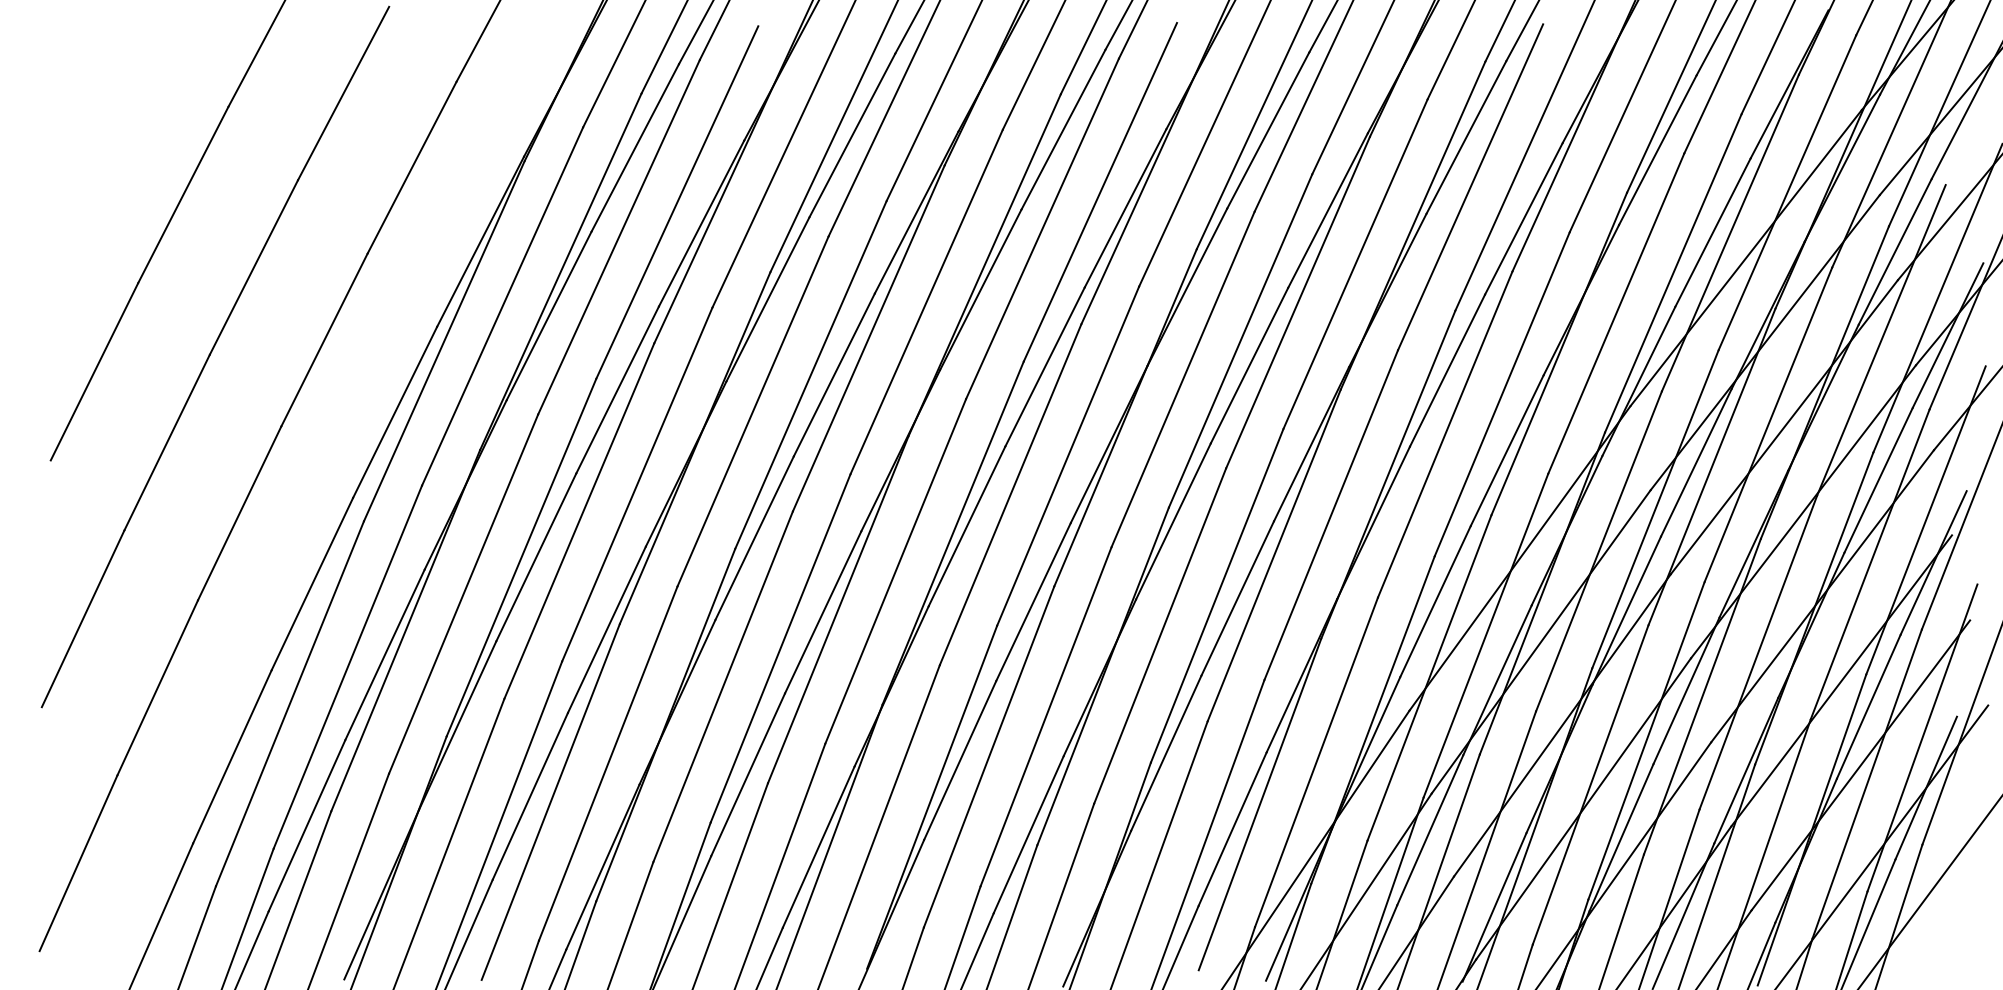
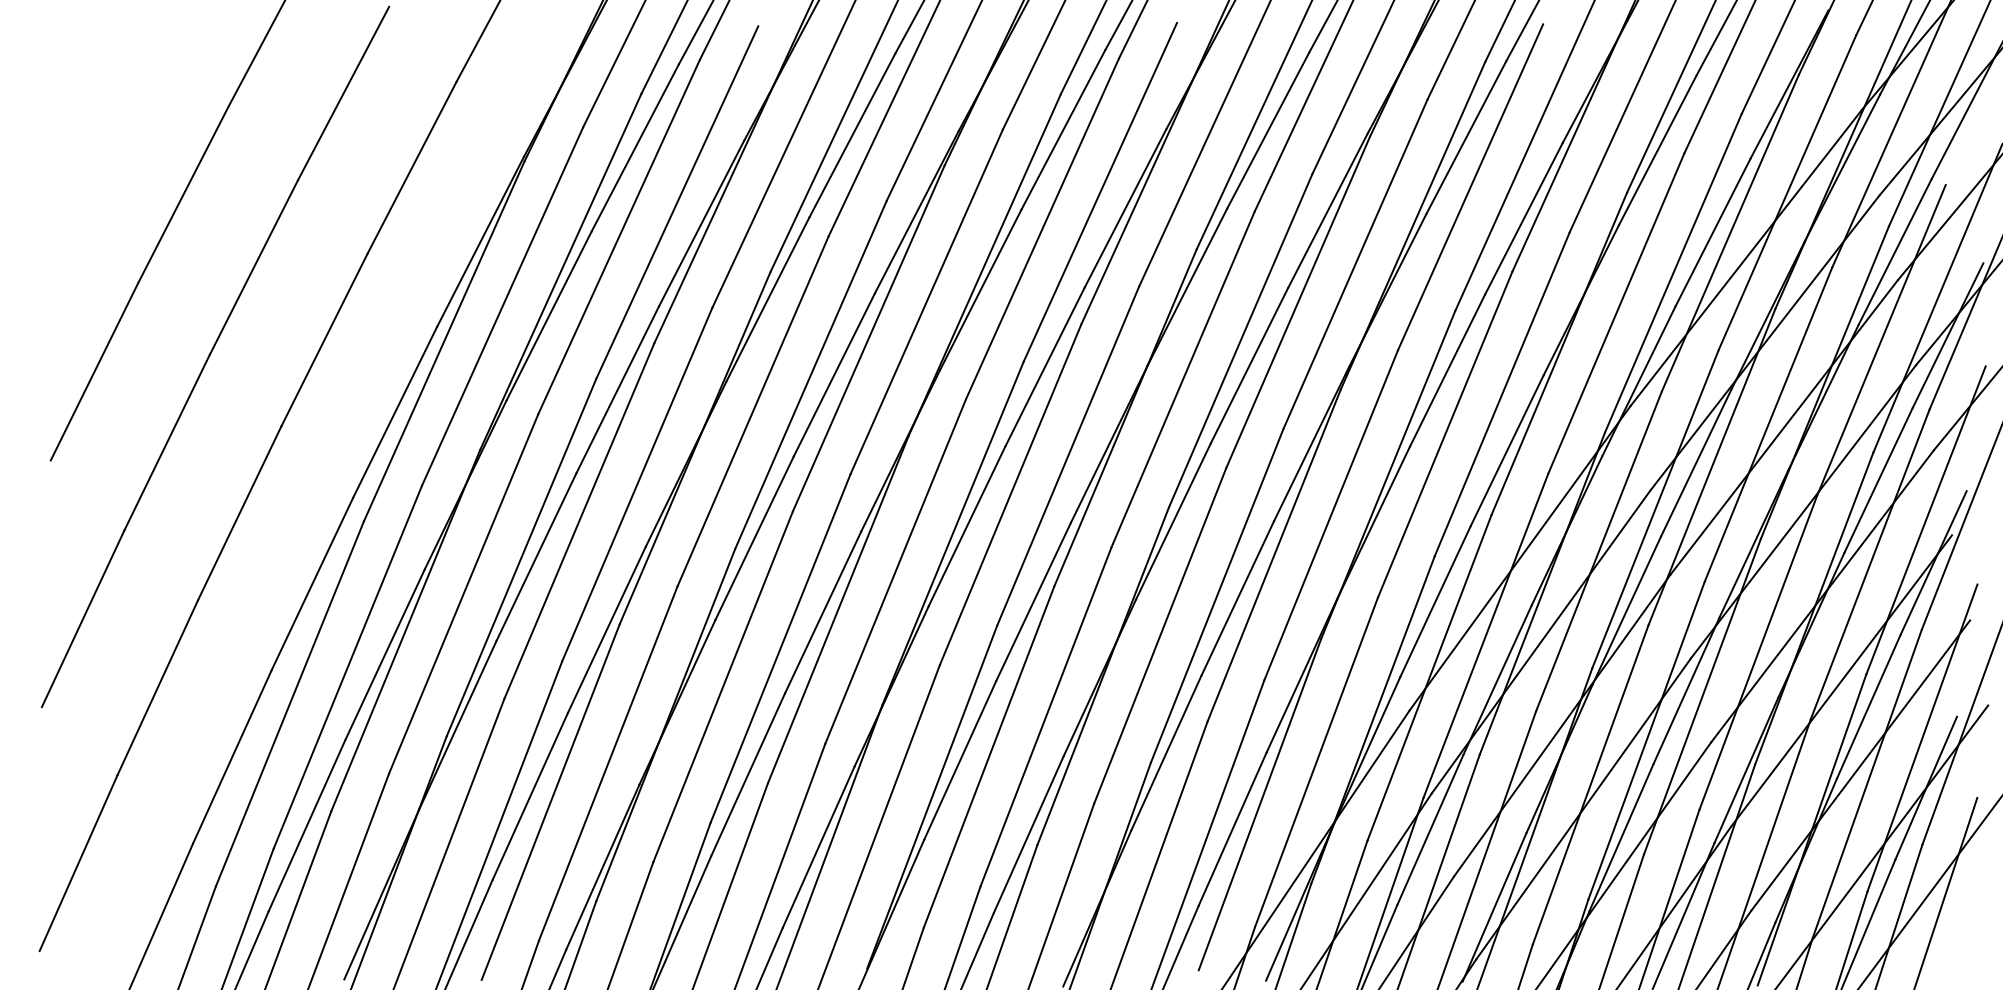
line at (1946, 891): none -> present
